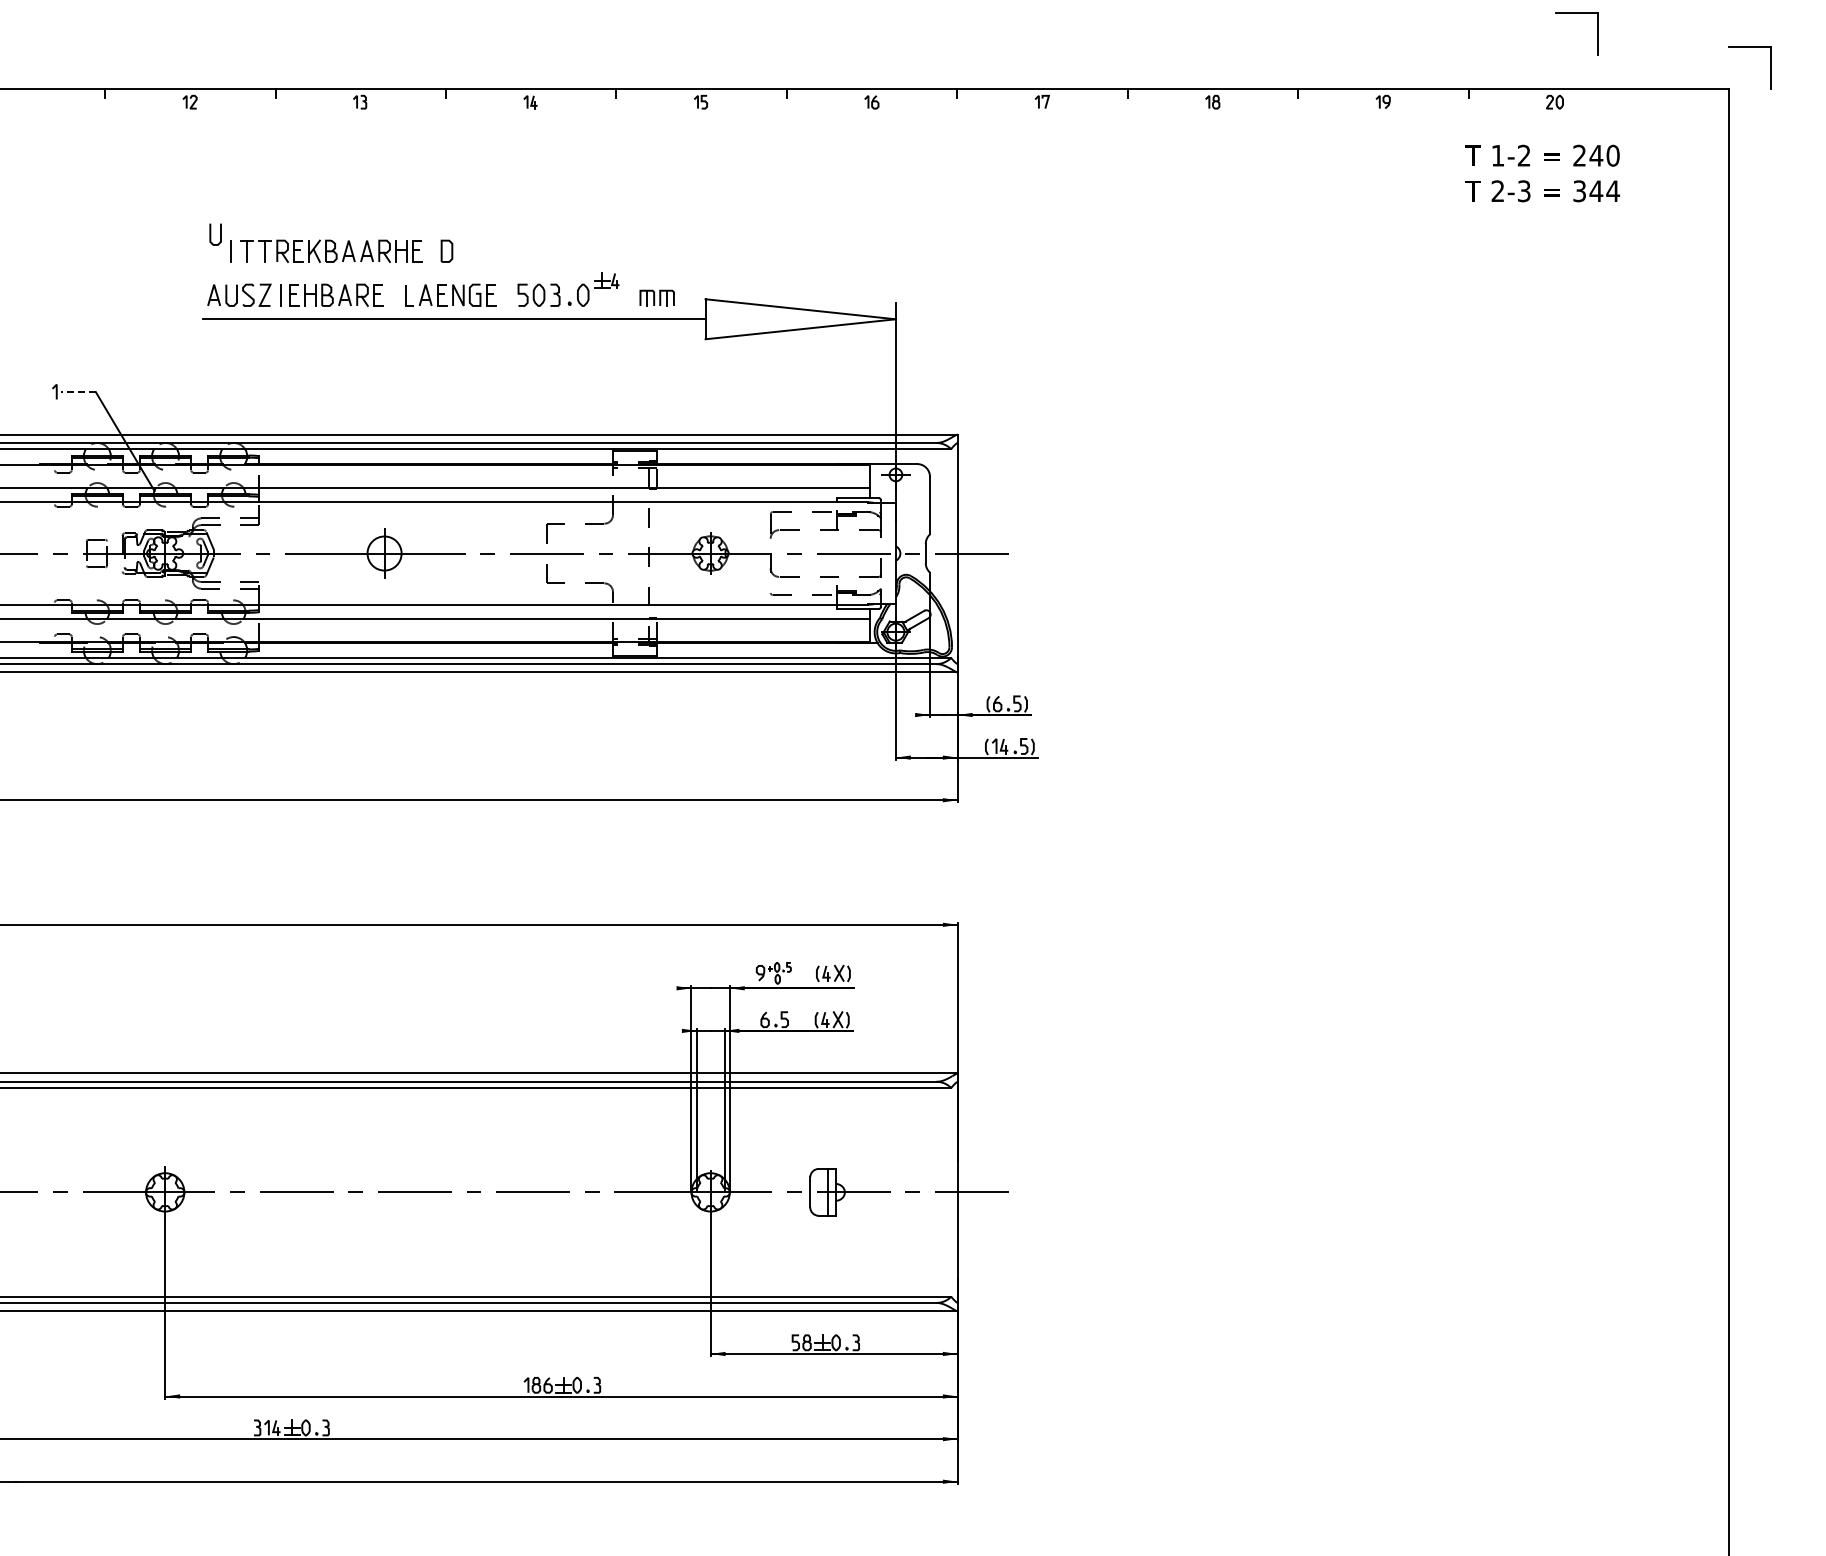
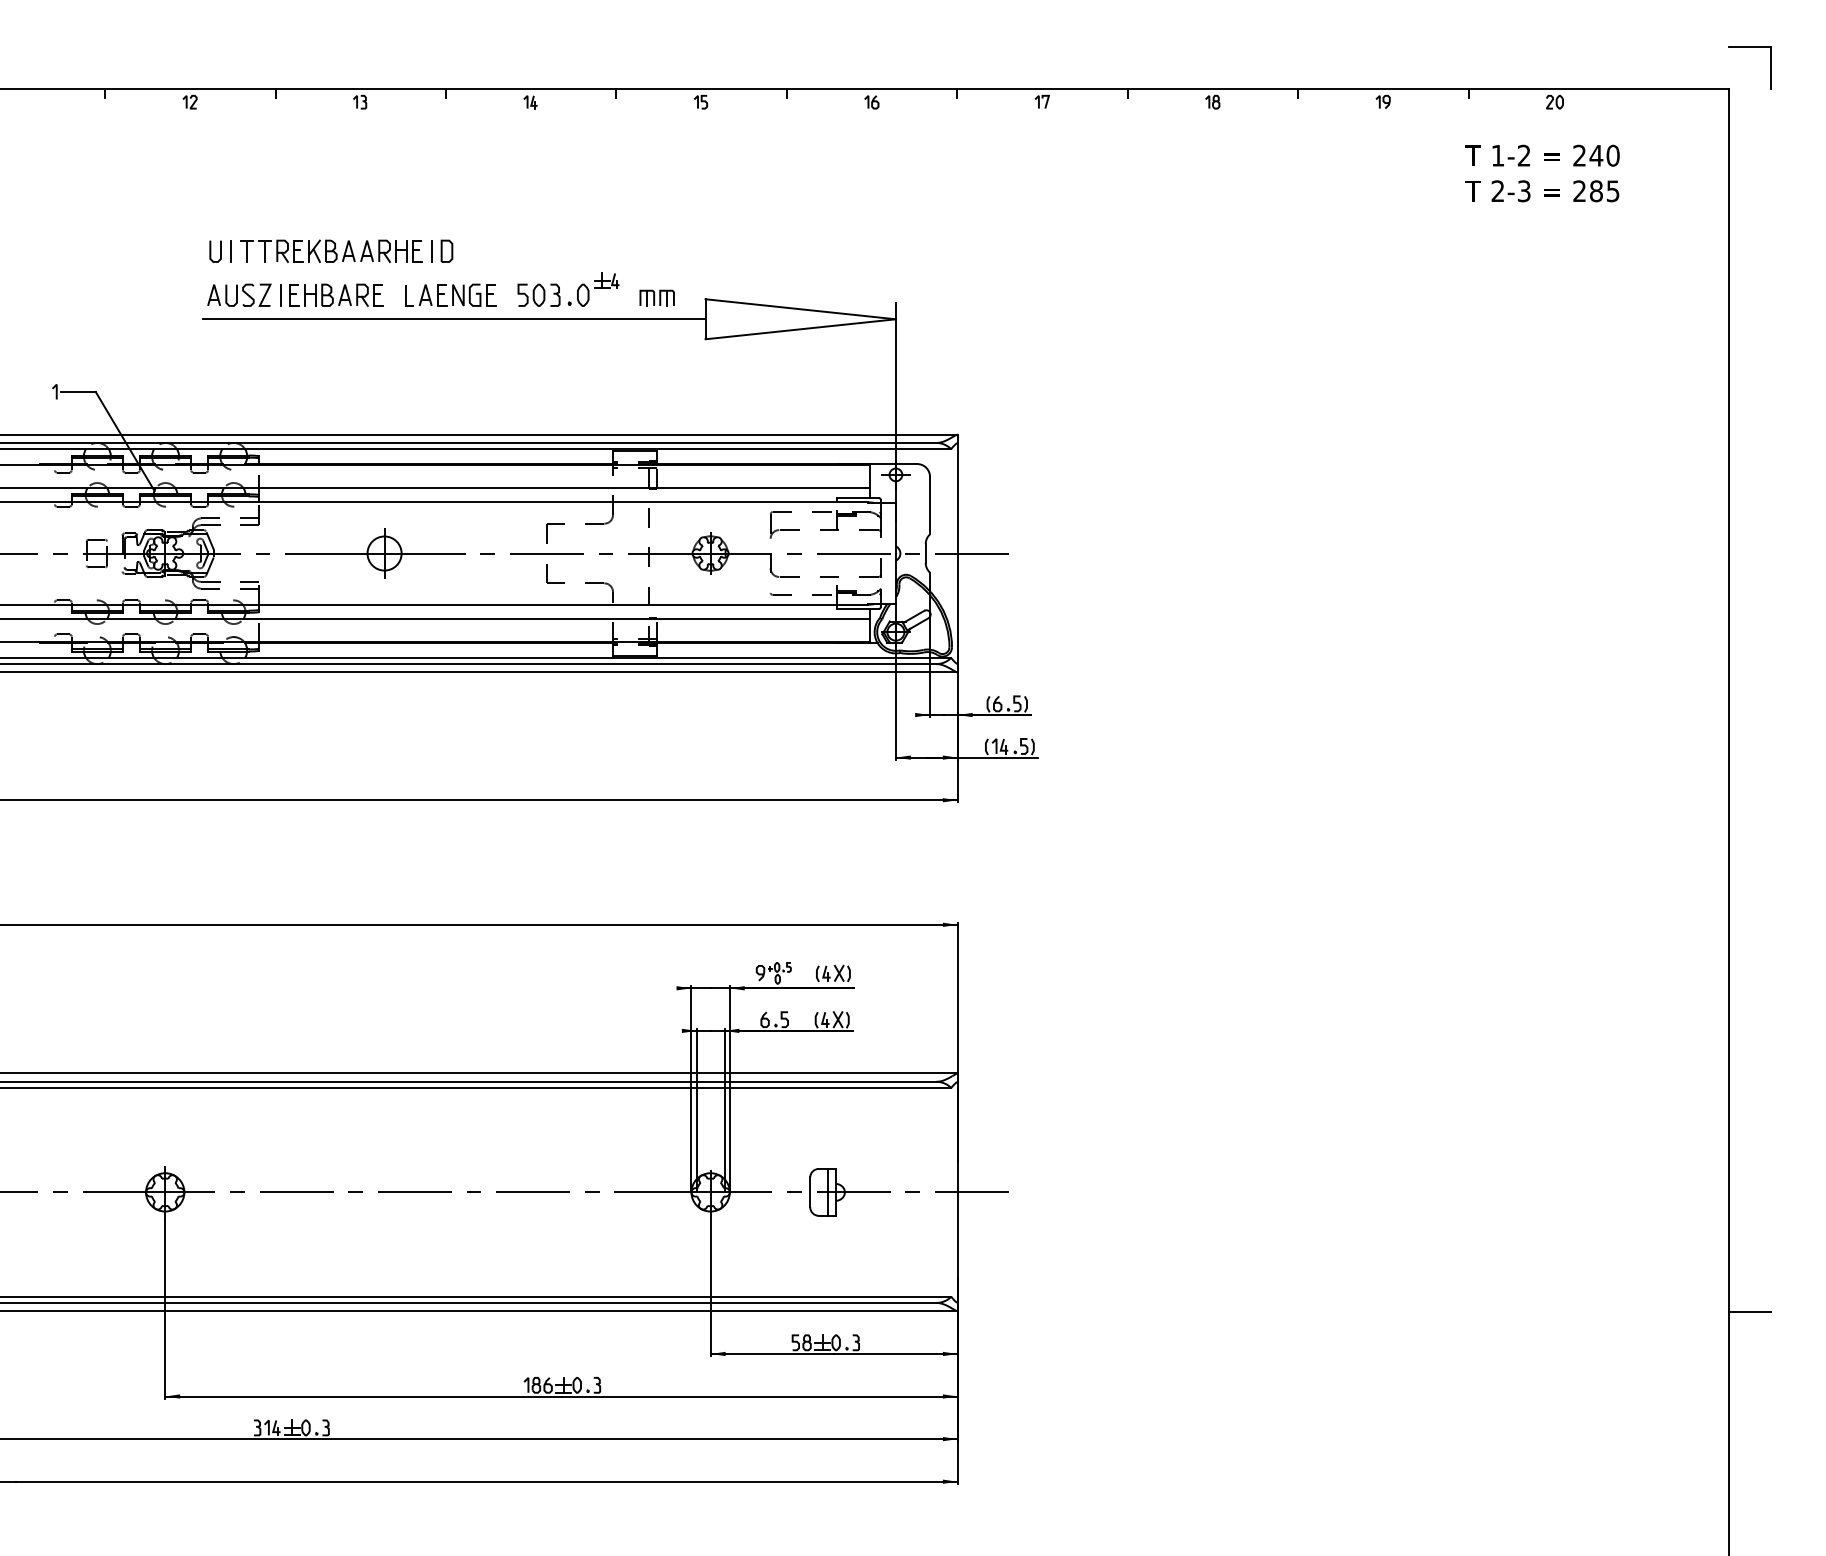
part at (1576, 13): present -> none
text at (1596, 191): 344 -> 285
curve at (211, 234) position: (211, 234) -> (211, 251)
line at (431, 251): none -> present
line at (77, 392): dashed -> solid
line at (1749, 1312): none -> present
